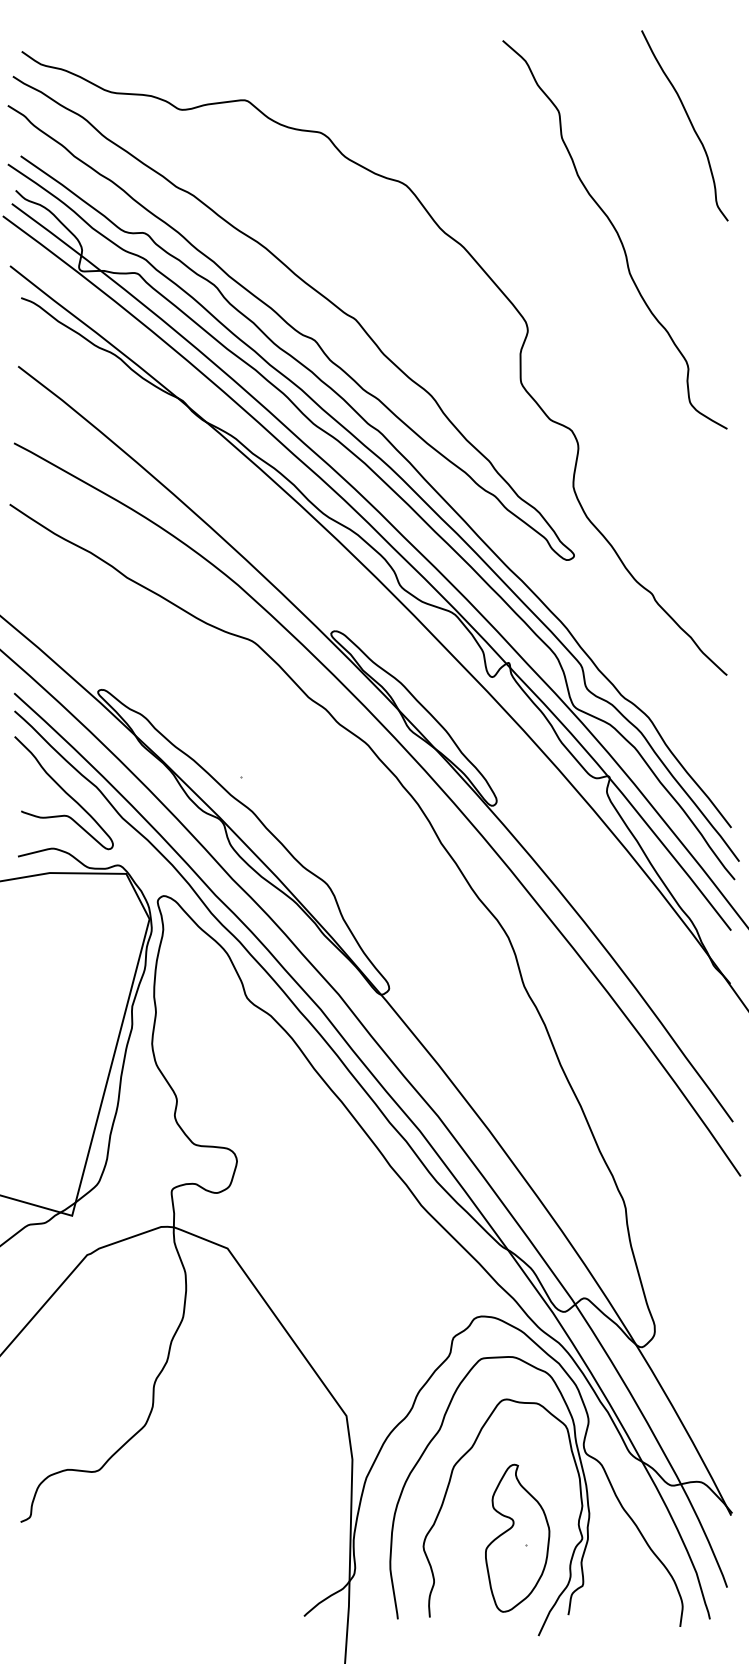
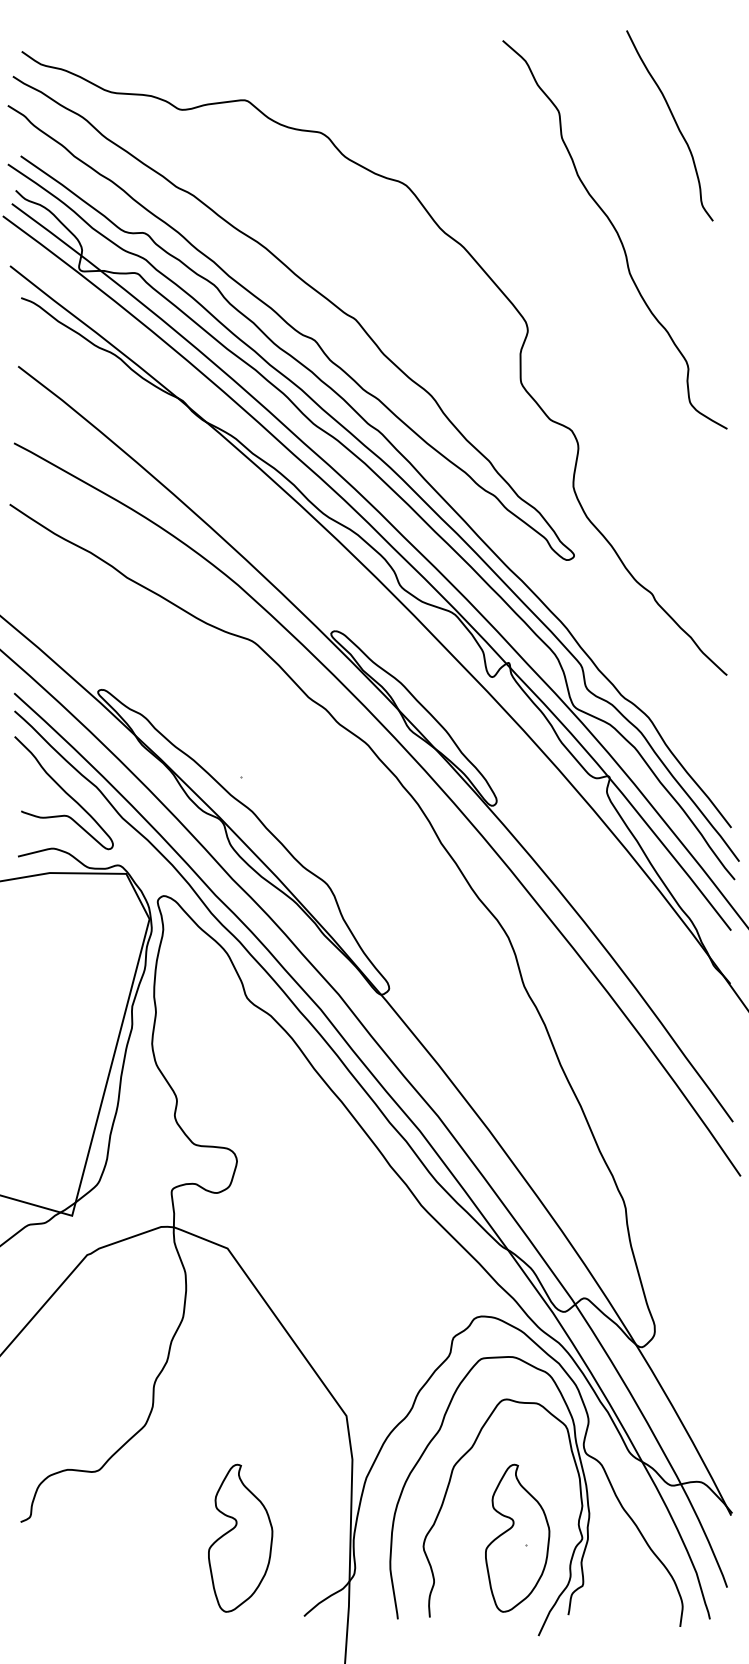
curve at (689, 122) position: (689, 122) -> (674, 122)
part at (240, 1537): none -> present
